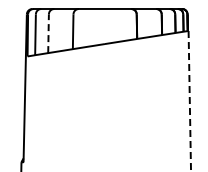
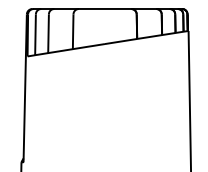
line at (48, 33): dashed -> solid
line at (189, 101): dashed -> solid
